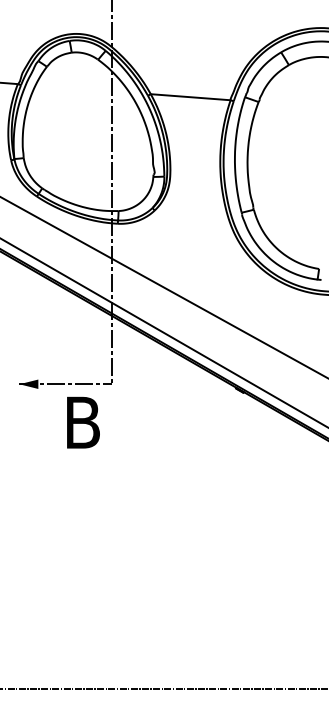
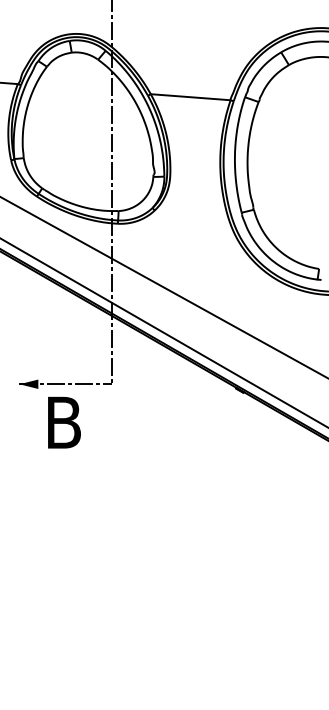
text at (83, 422) position: (83, 422) -> (64, 422)
line at (163, 688): present -> none
